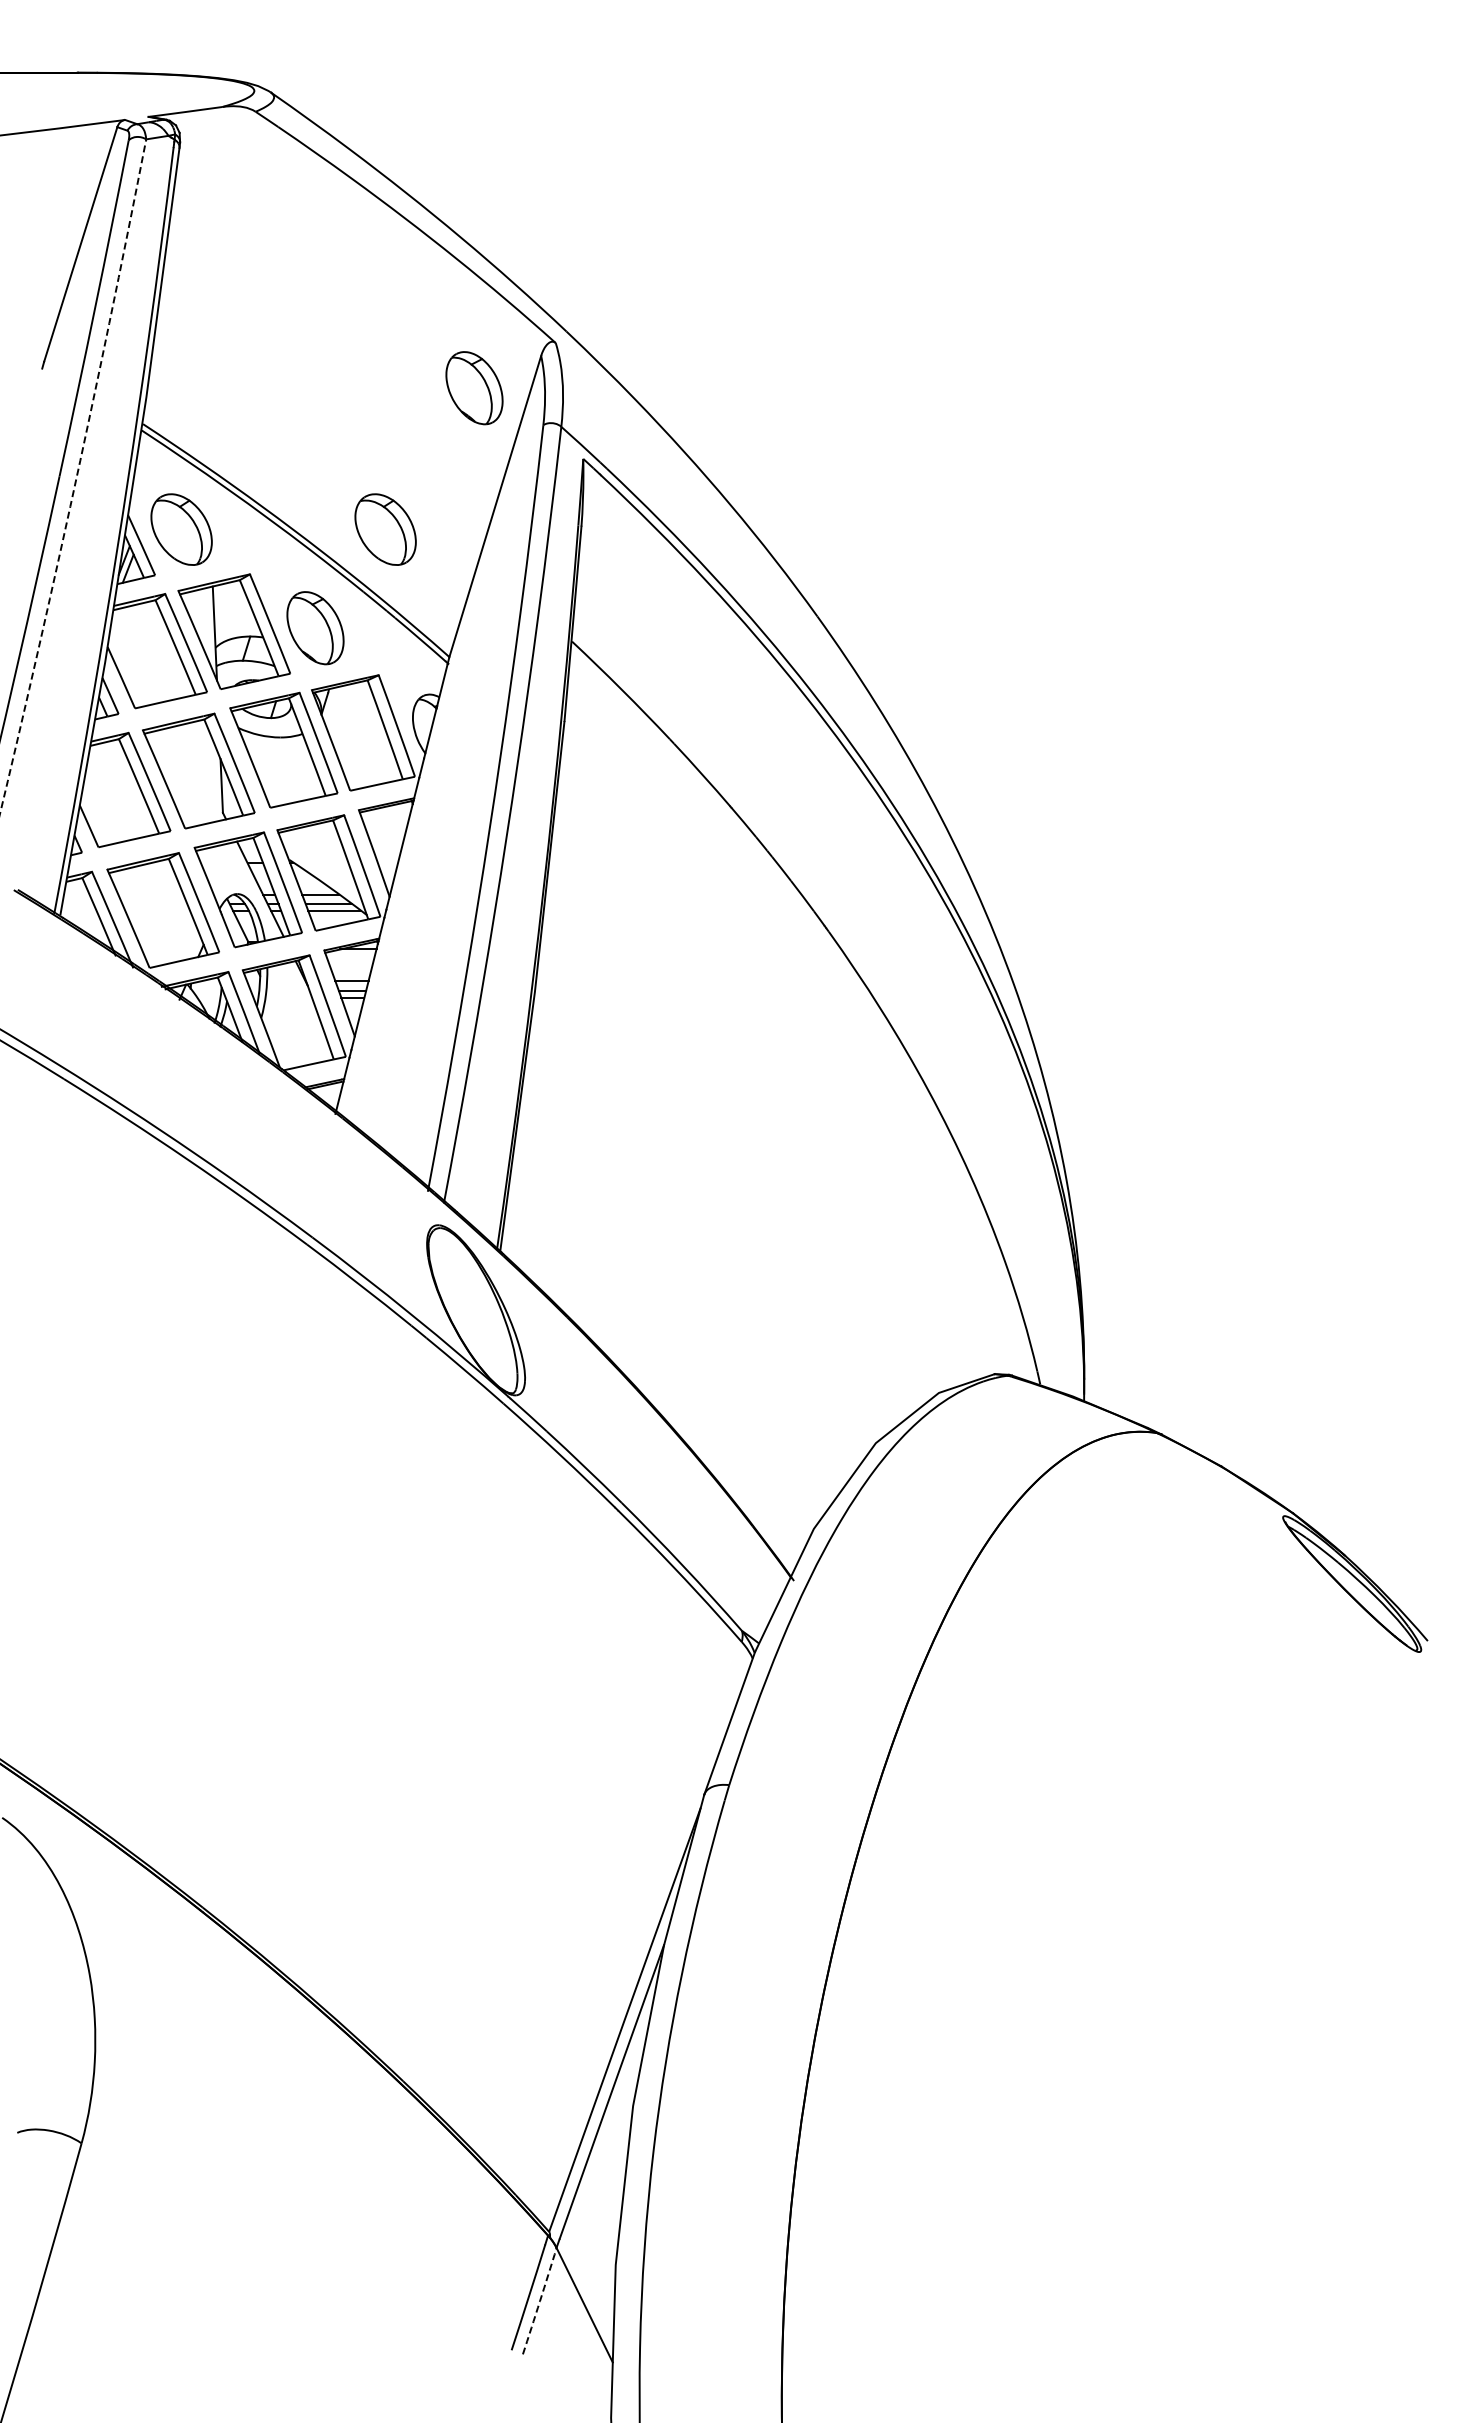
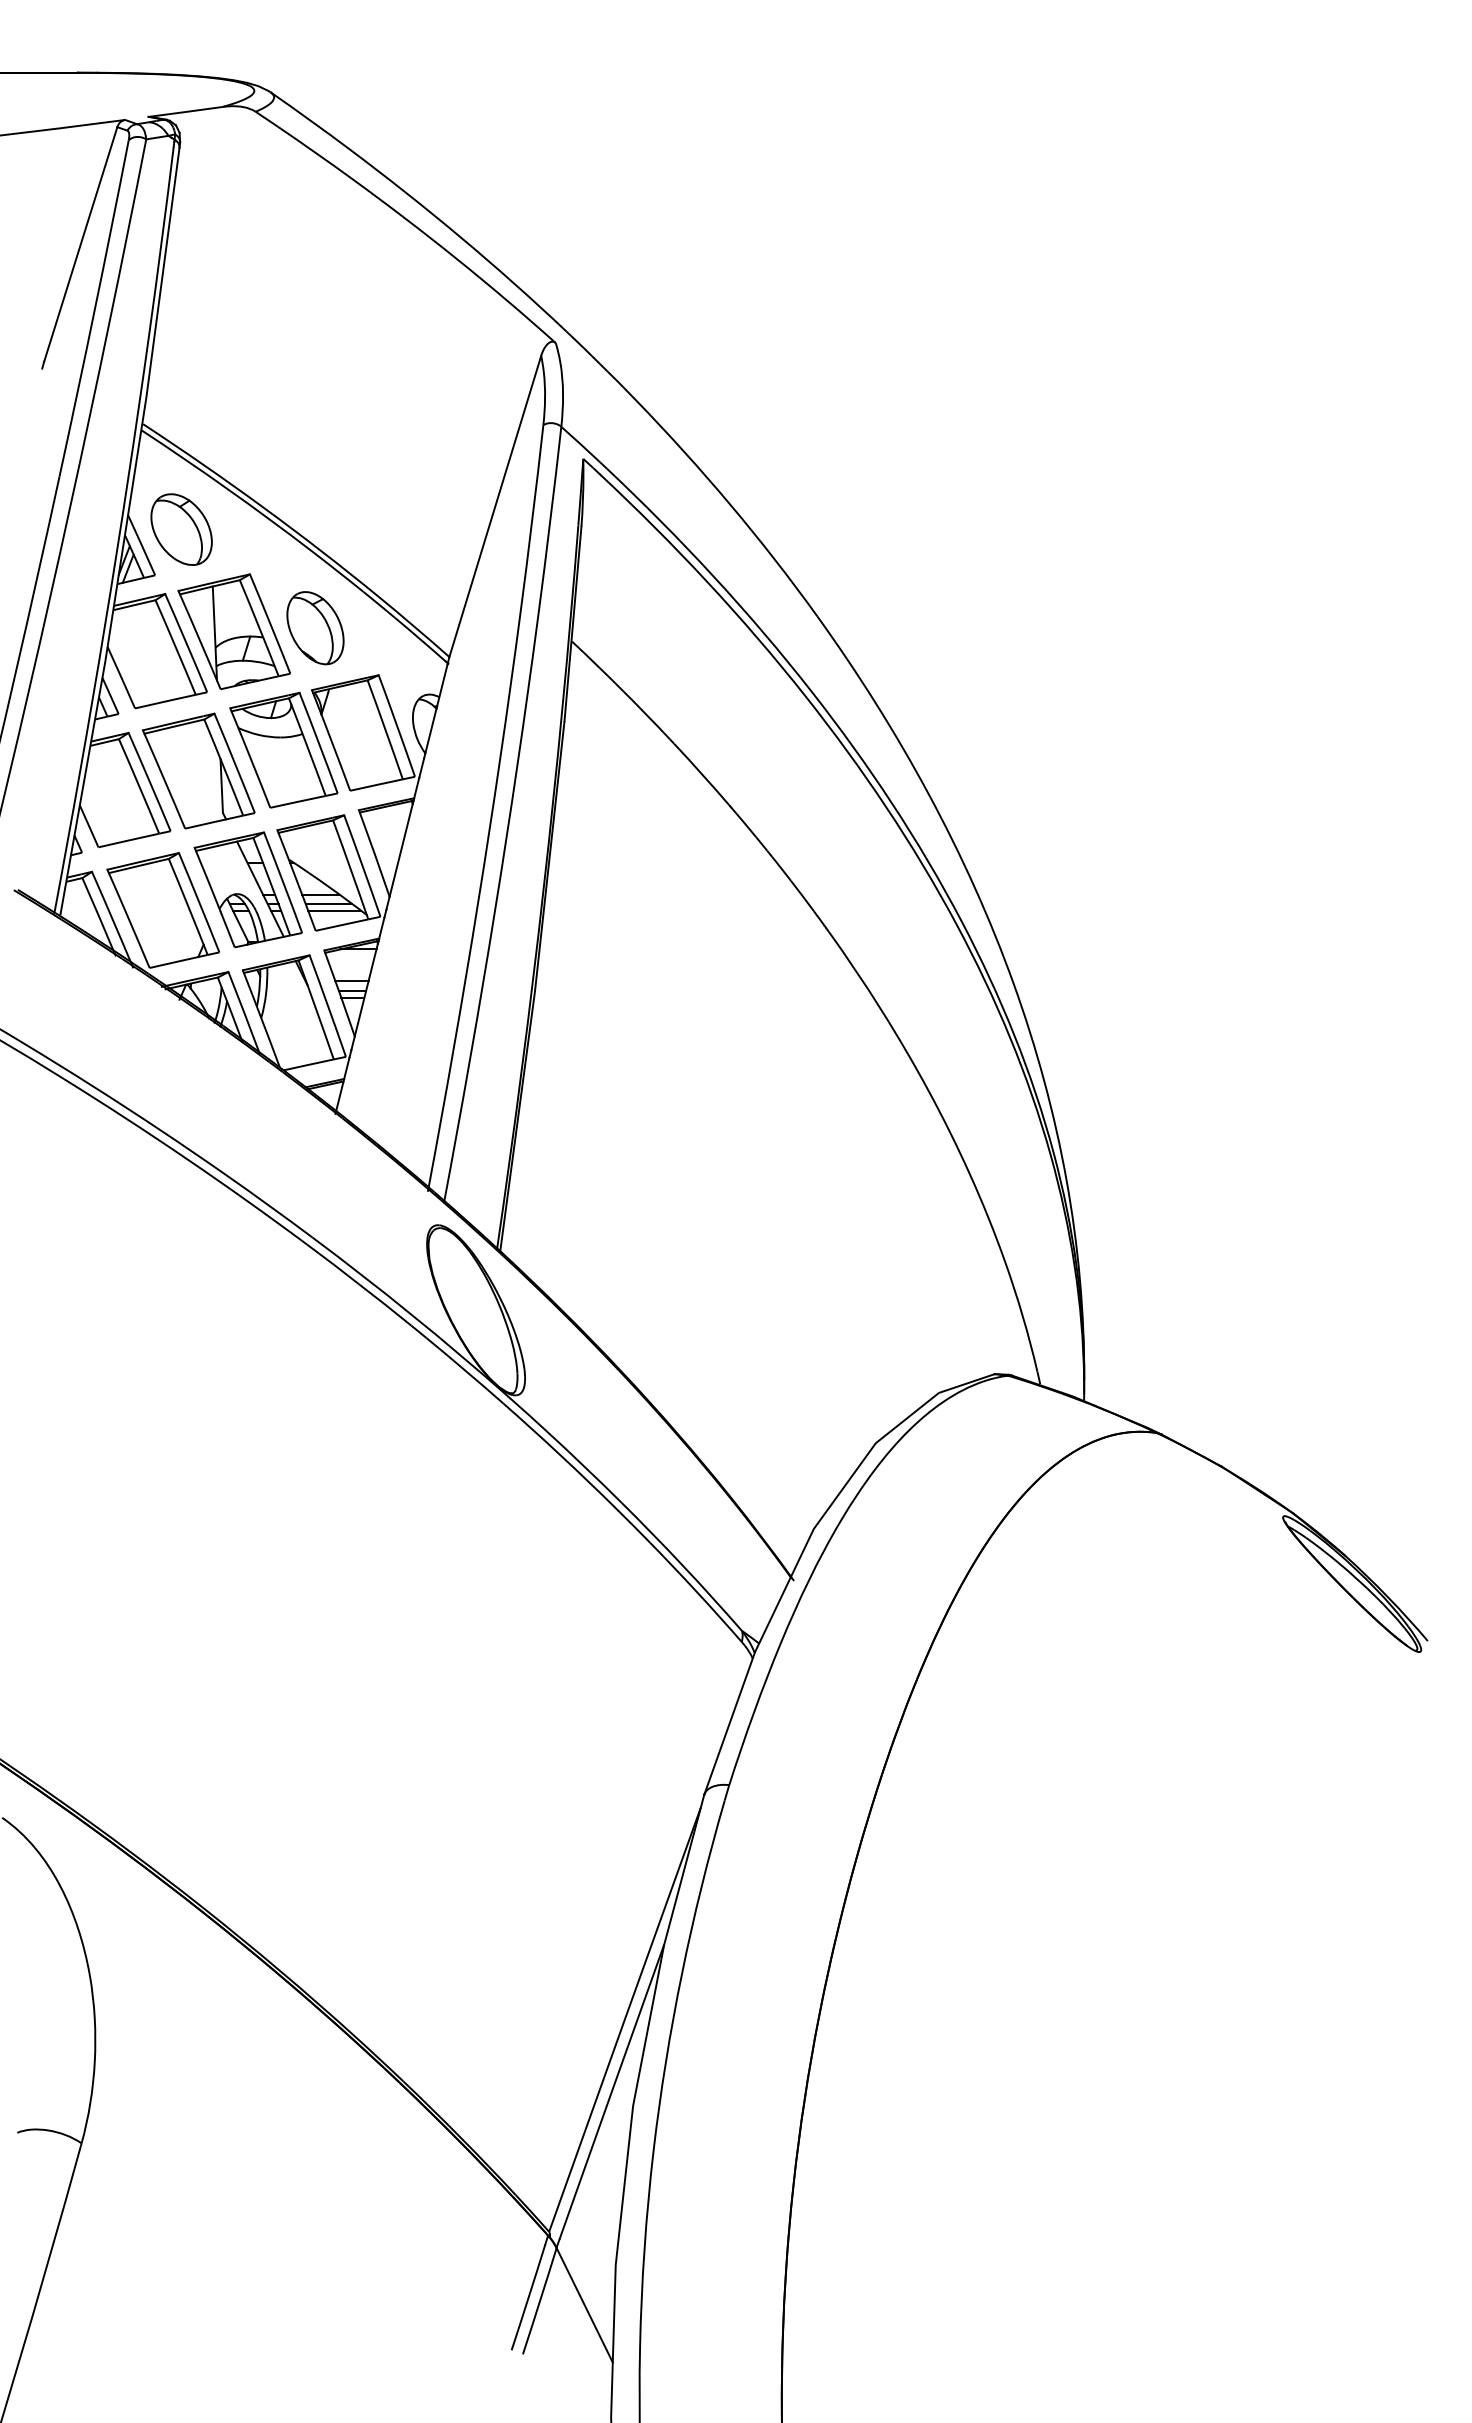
part at (474, 388): present -> none
arc at (76, 477): dashed -> solid
part at (385, 529): present -> none
arc at (539, 2301): dashed -> solid
